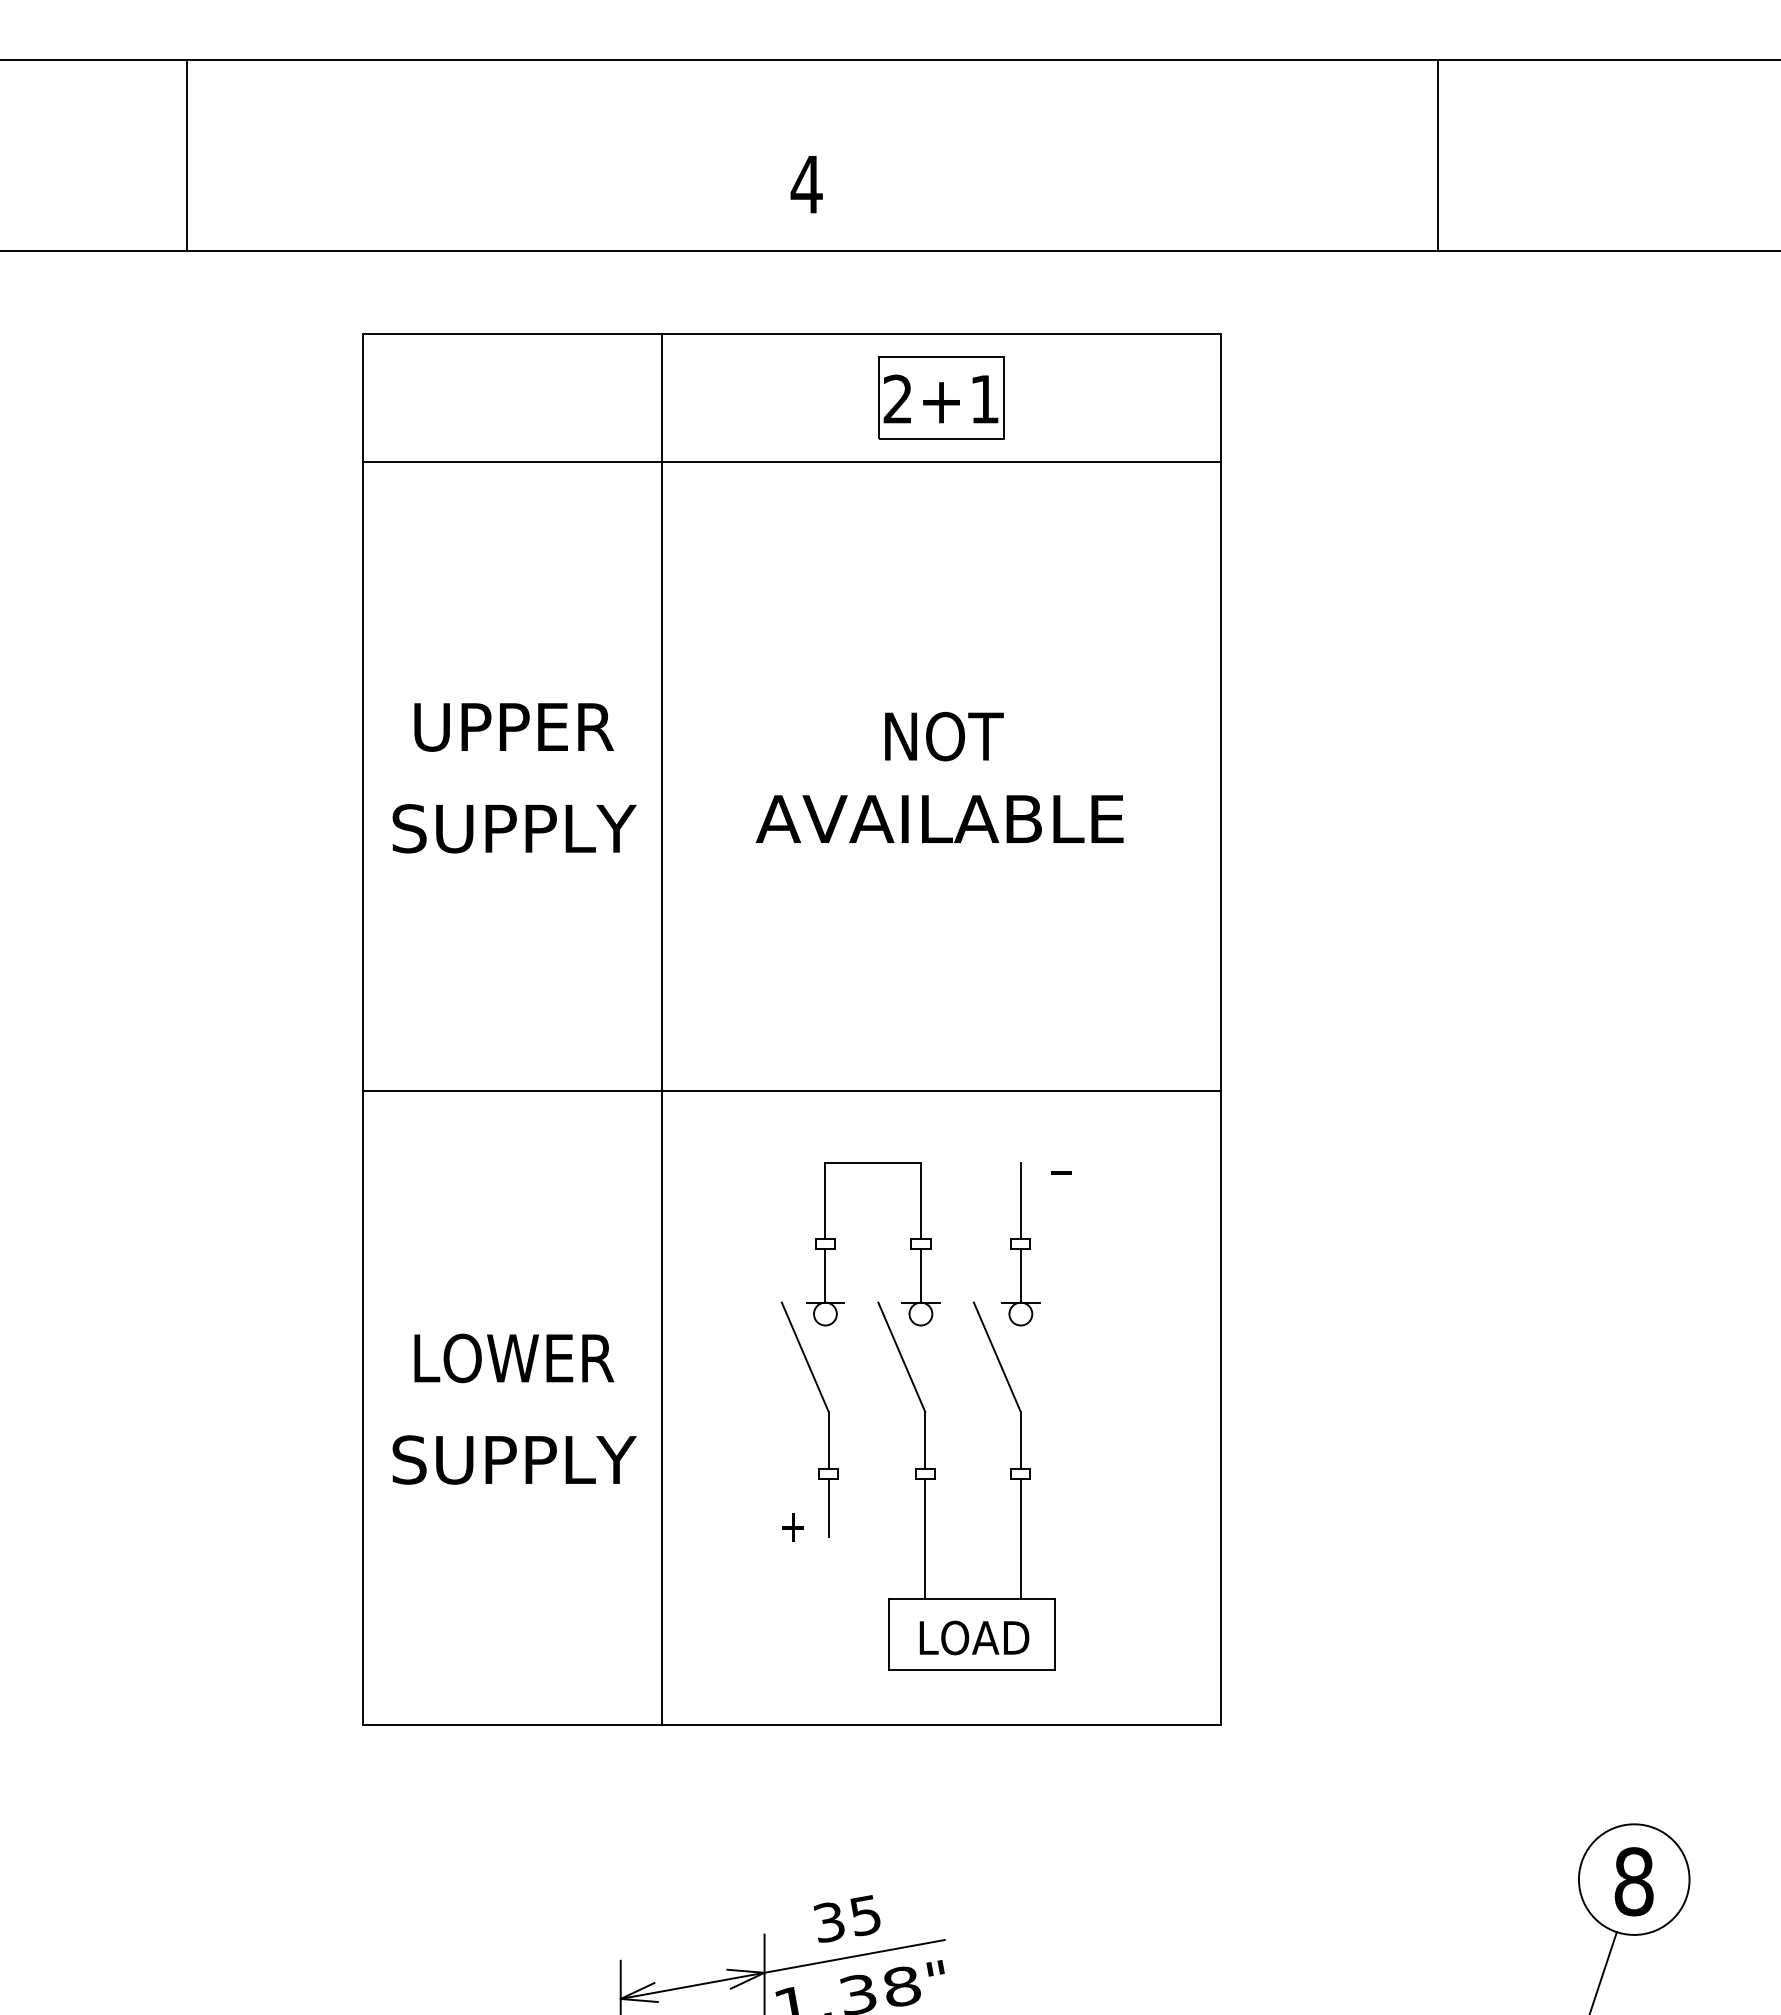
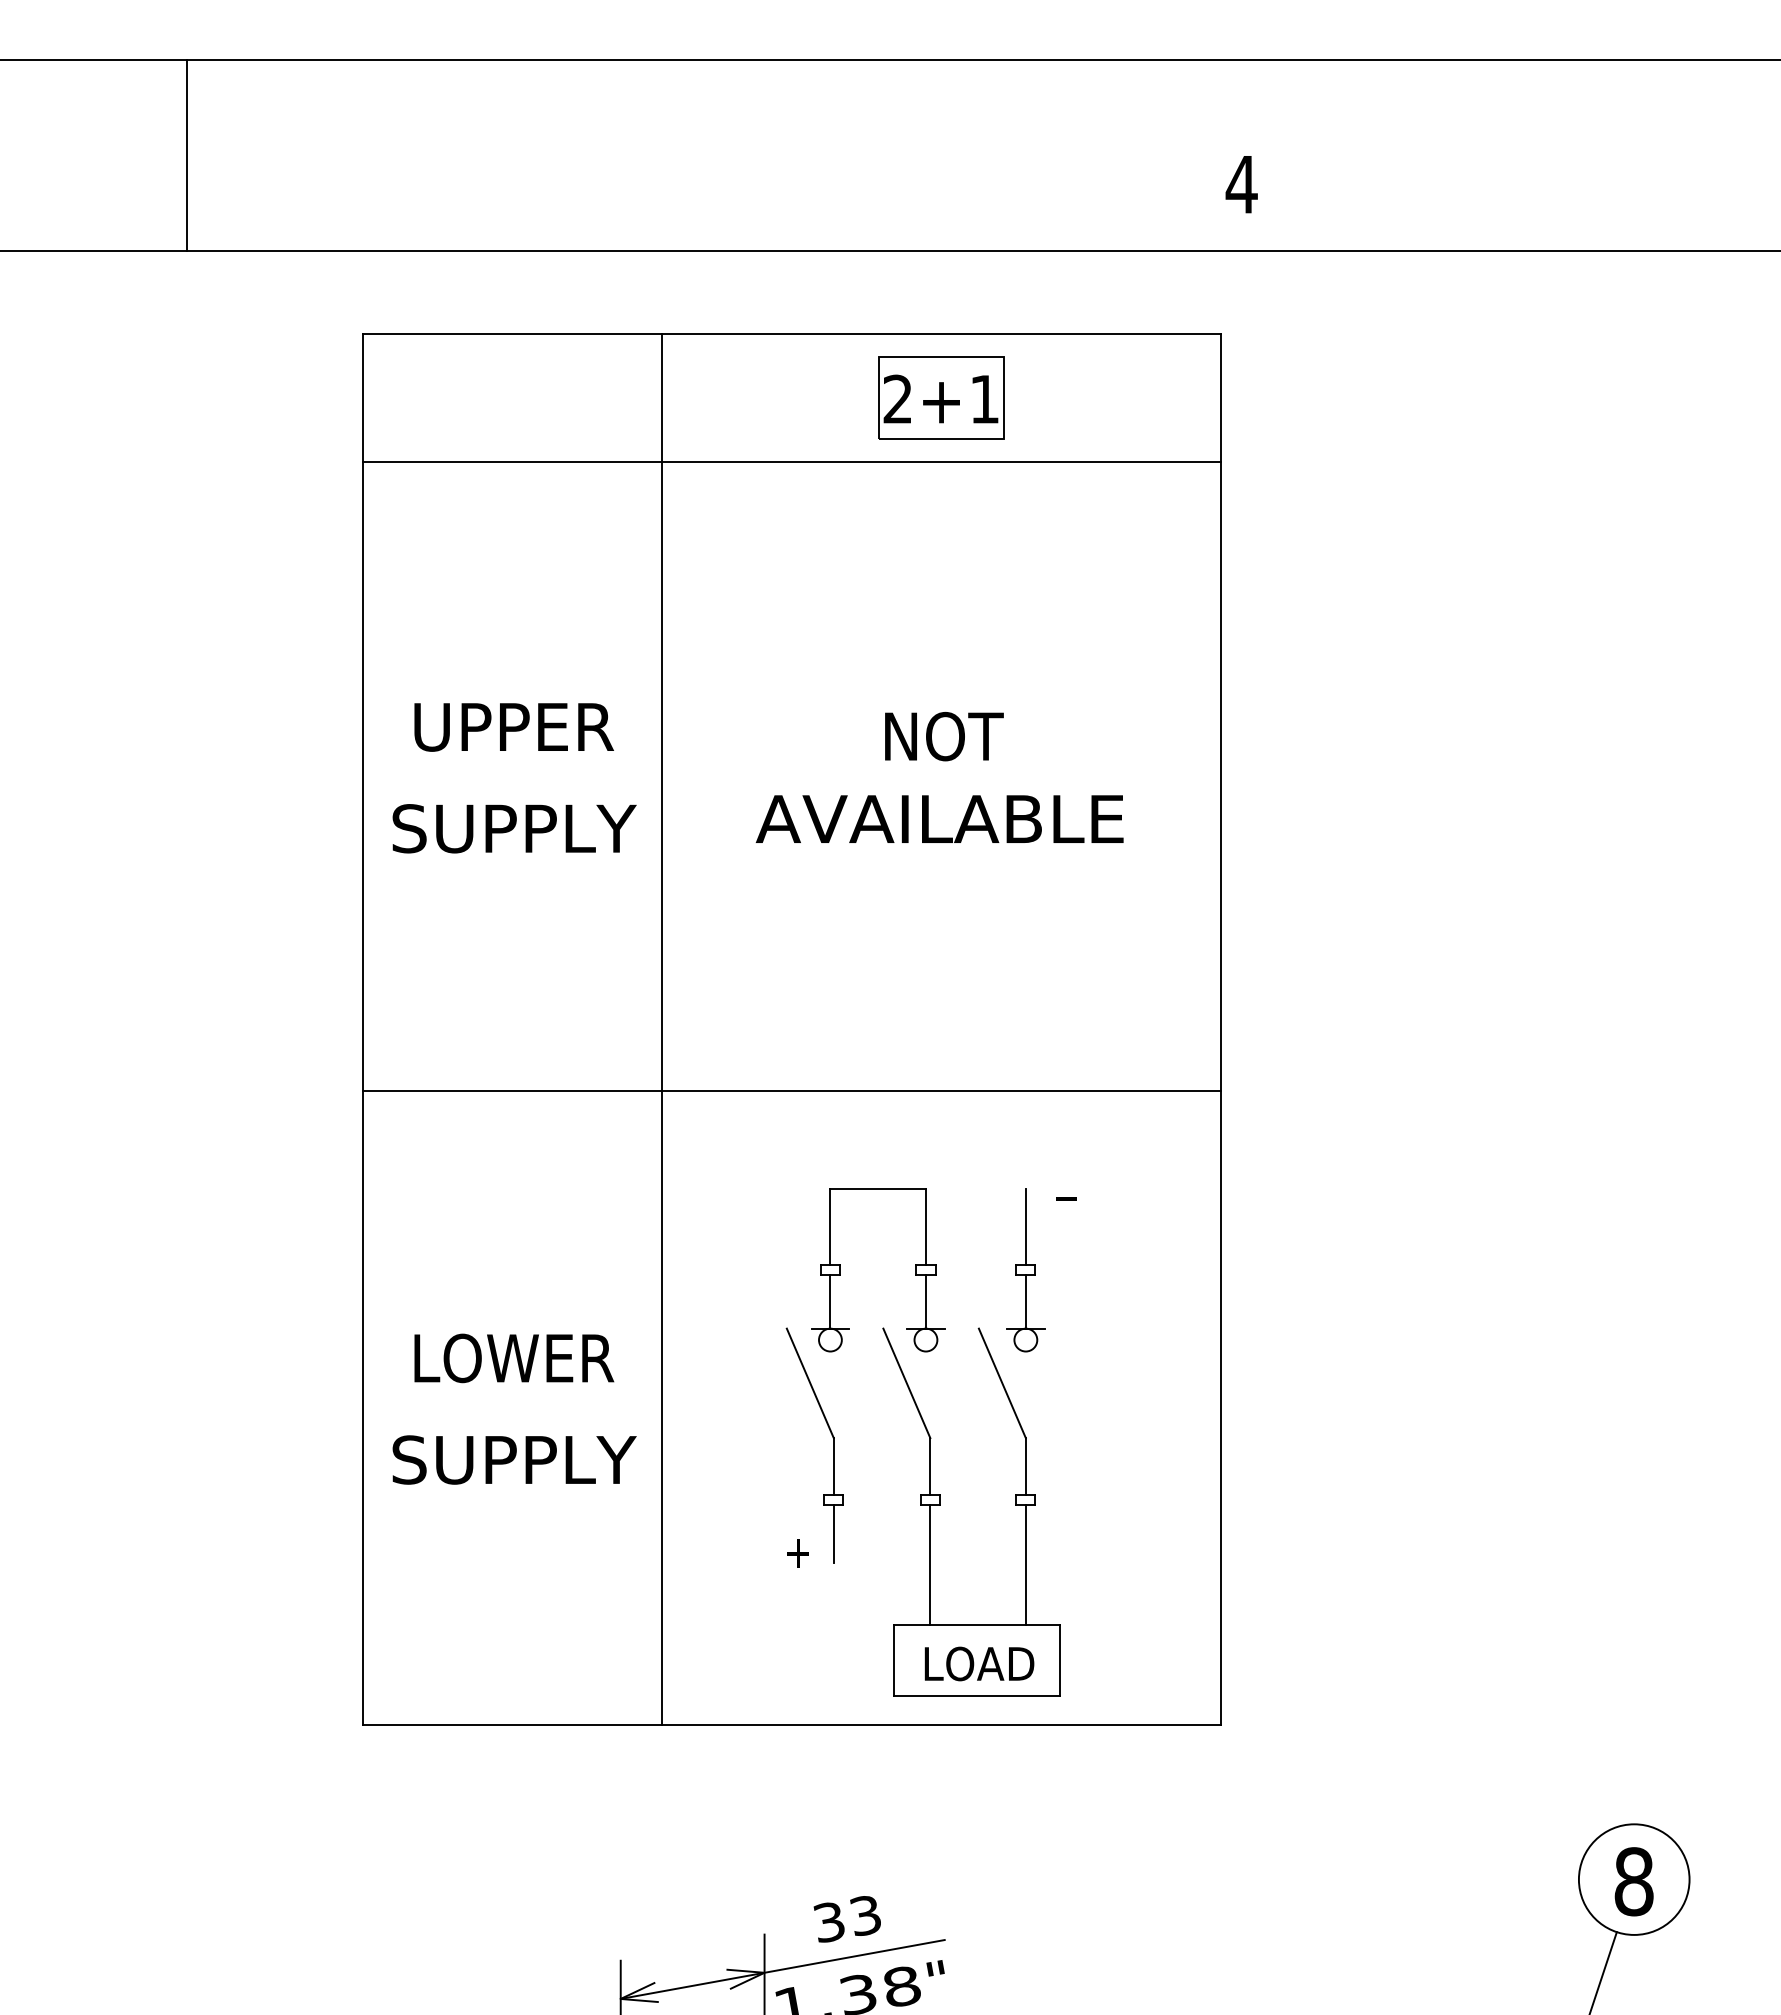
line at (1437, 155): present -> none
text at (806, 184) position: (806, 184) -> (1241, 184)
part at (925, 1416) position: (925, 1416) -> (930, 1442)
text at (865, 1915): 35 -> 33
